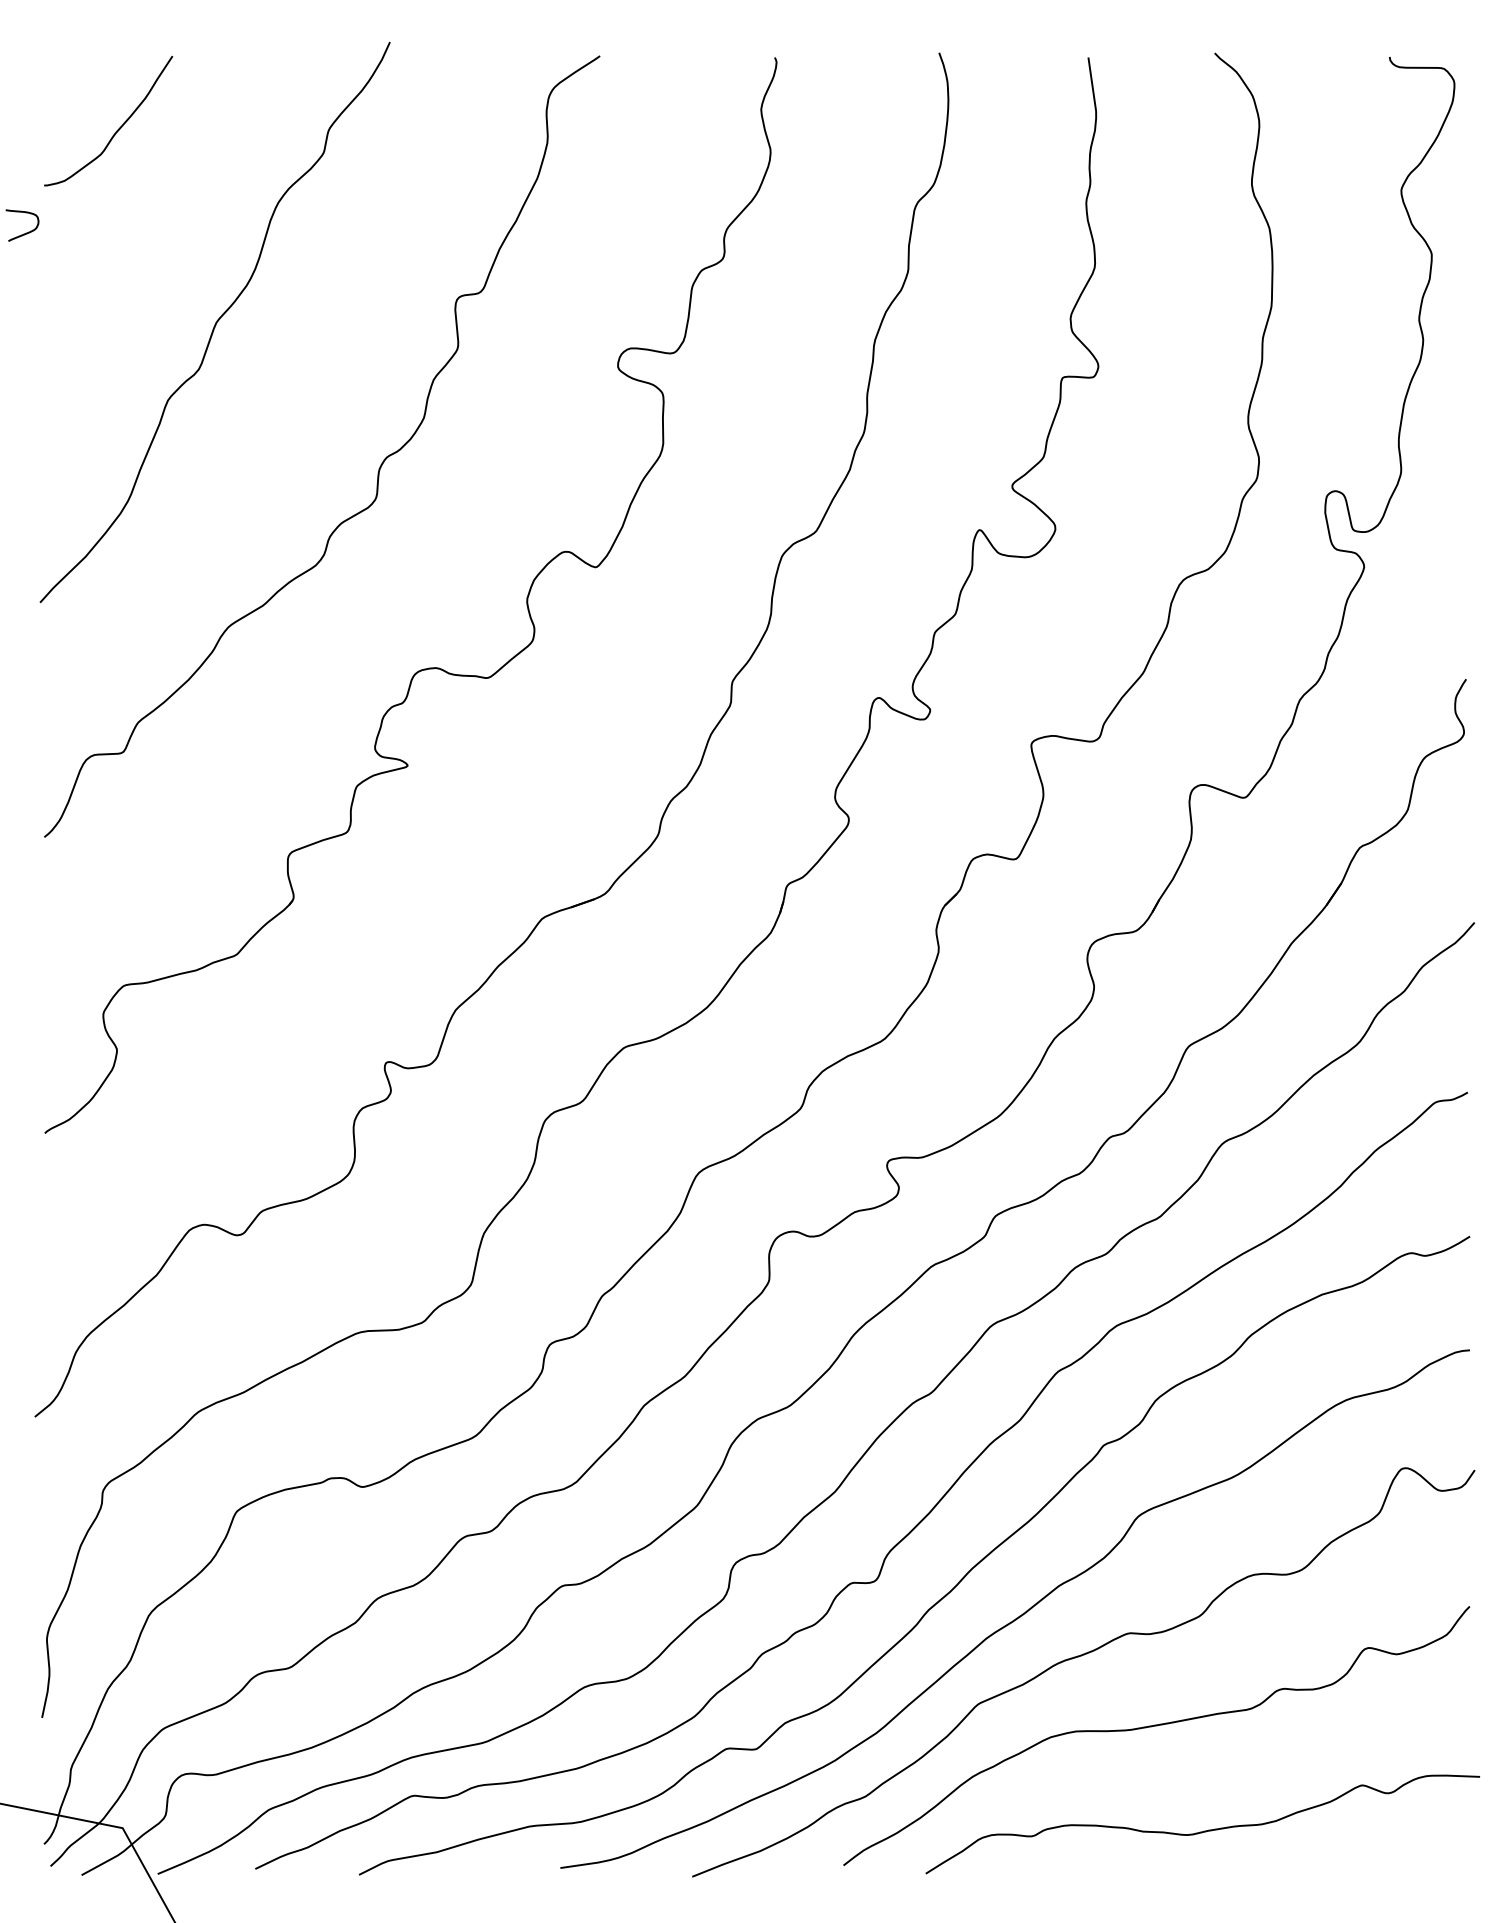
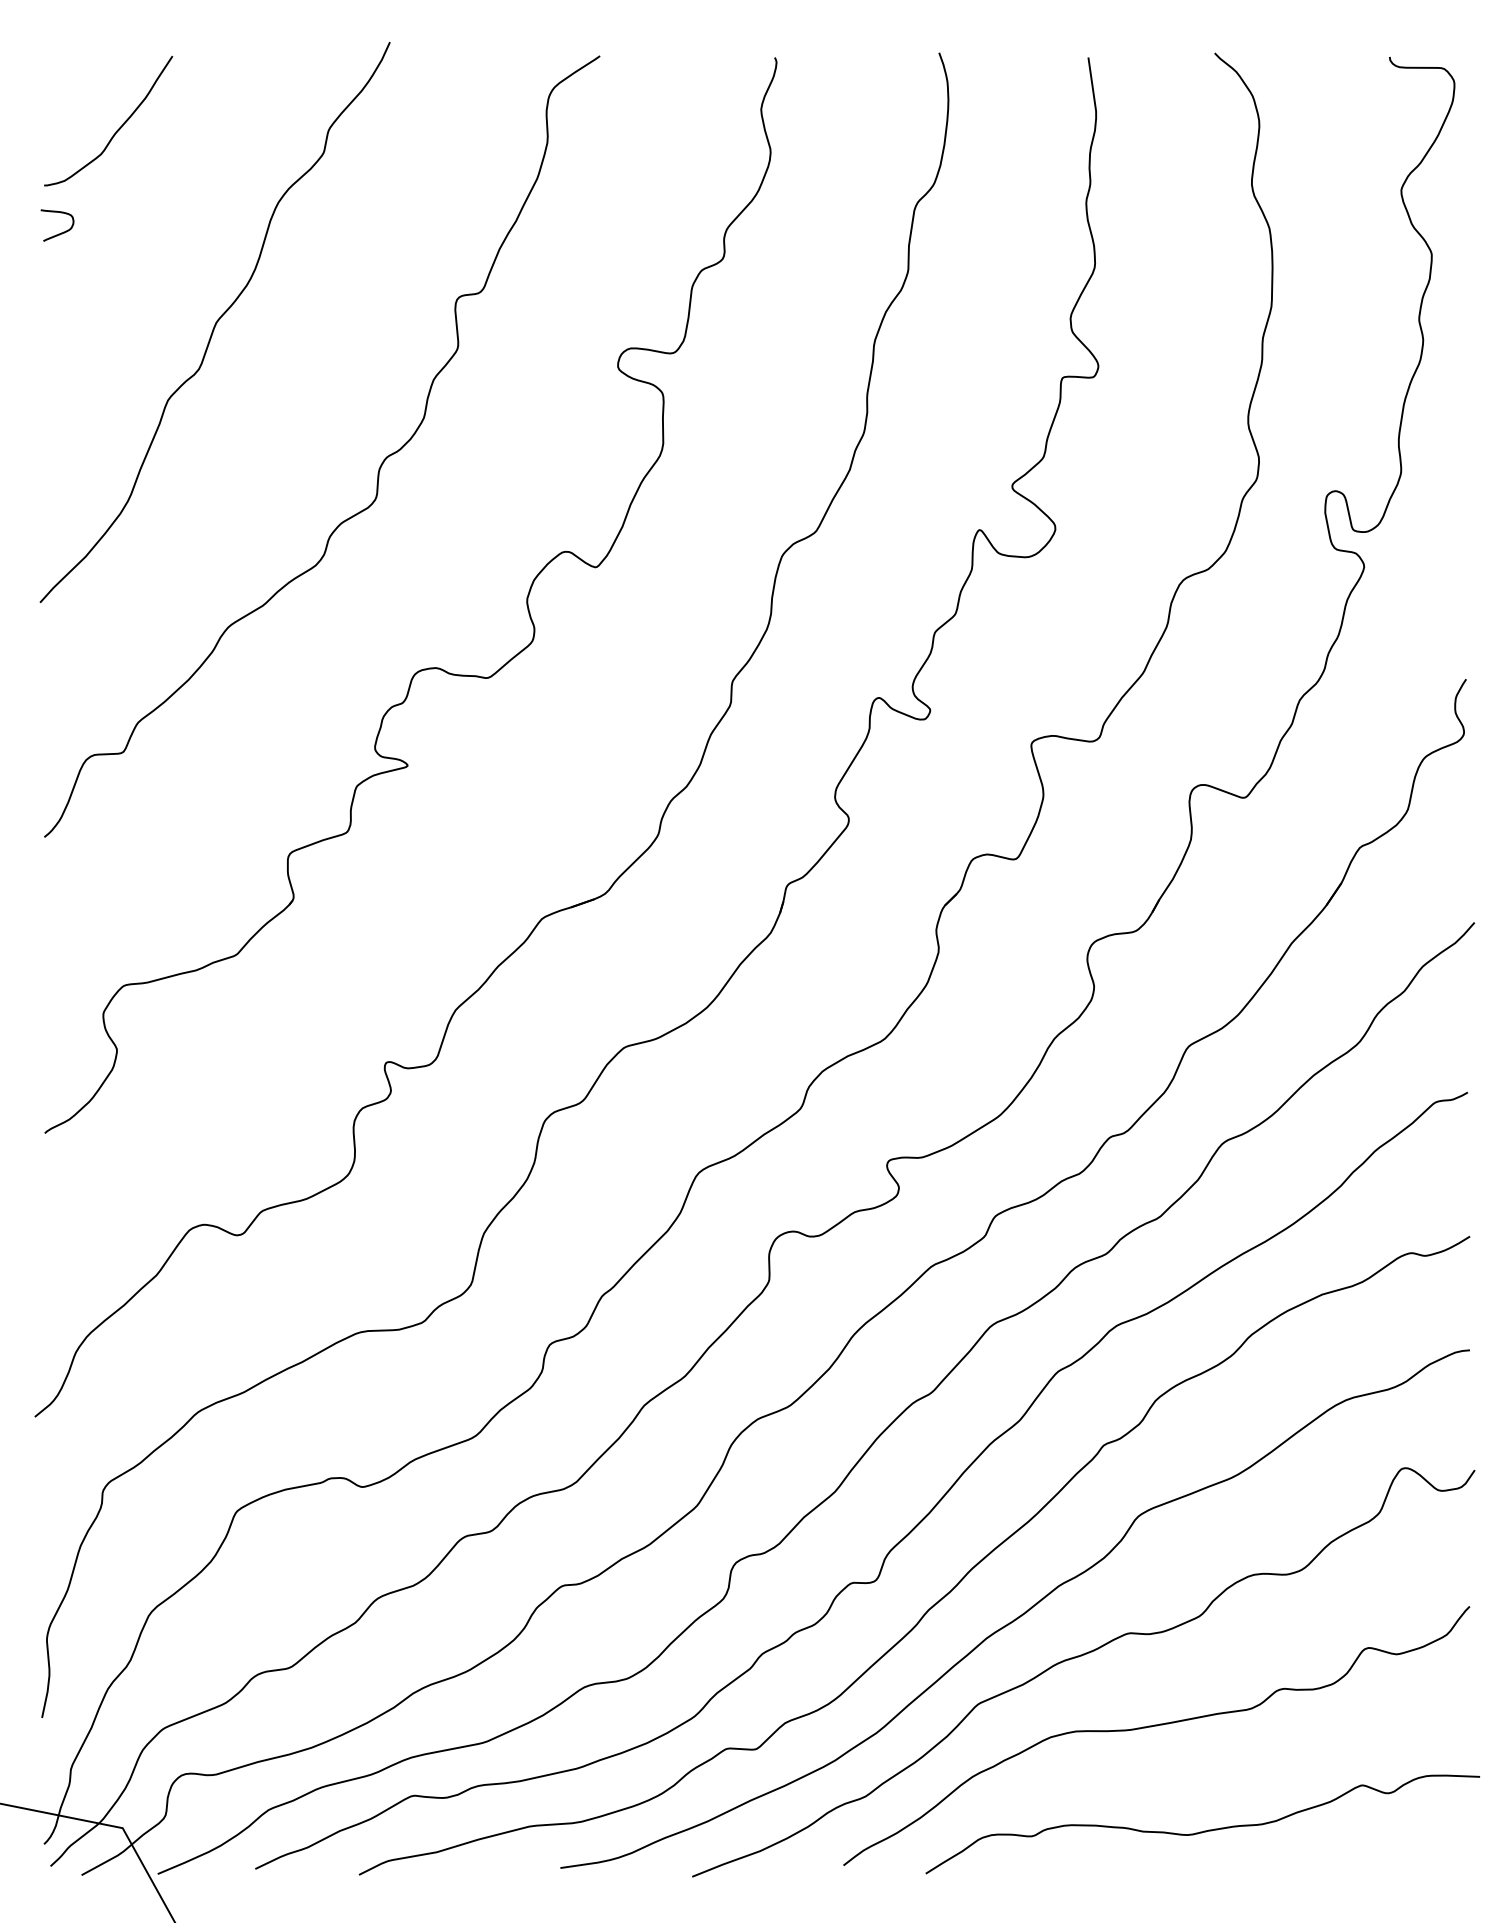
curve at (26, 232) position: (26, 232) -> (61, 232)
